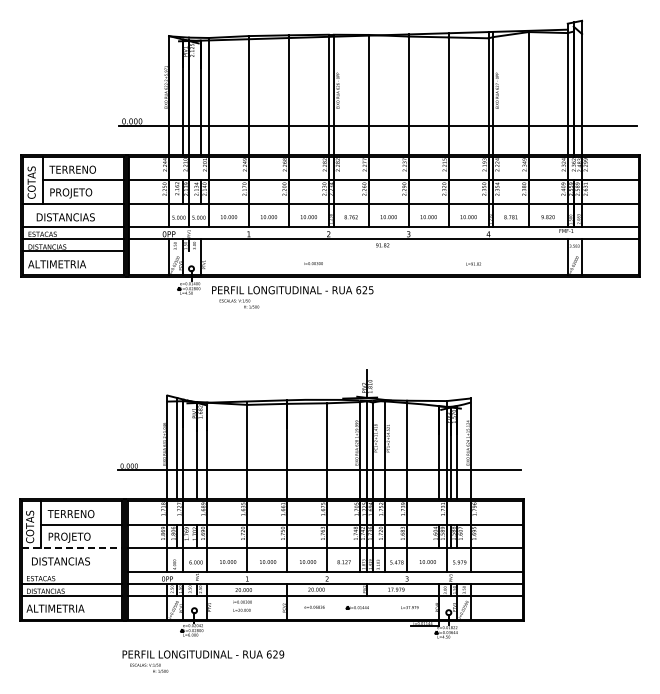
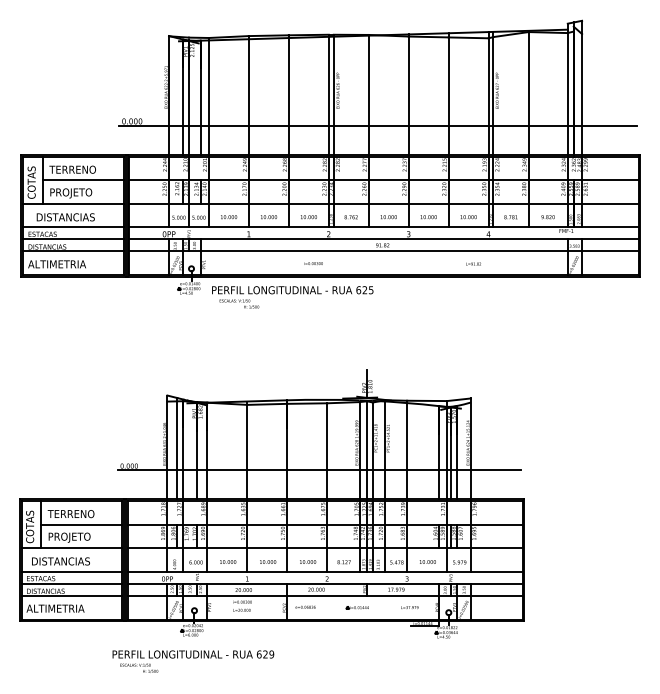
line at (383, 251): none -> present
line at (72, 548): dashed -> solid
line at (71, 571): none -> present
text at (314, 606) position: (314, 606) -> (305, 606)
text at (203, 661) position: (203, 661) -> (193, 661)
